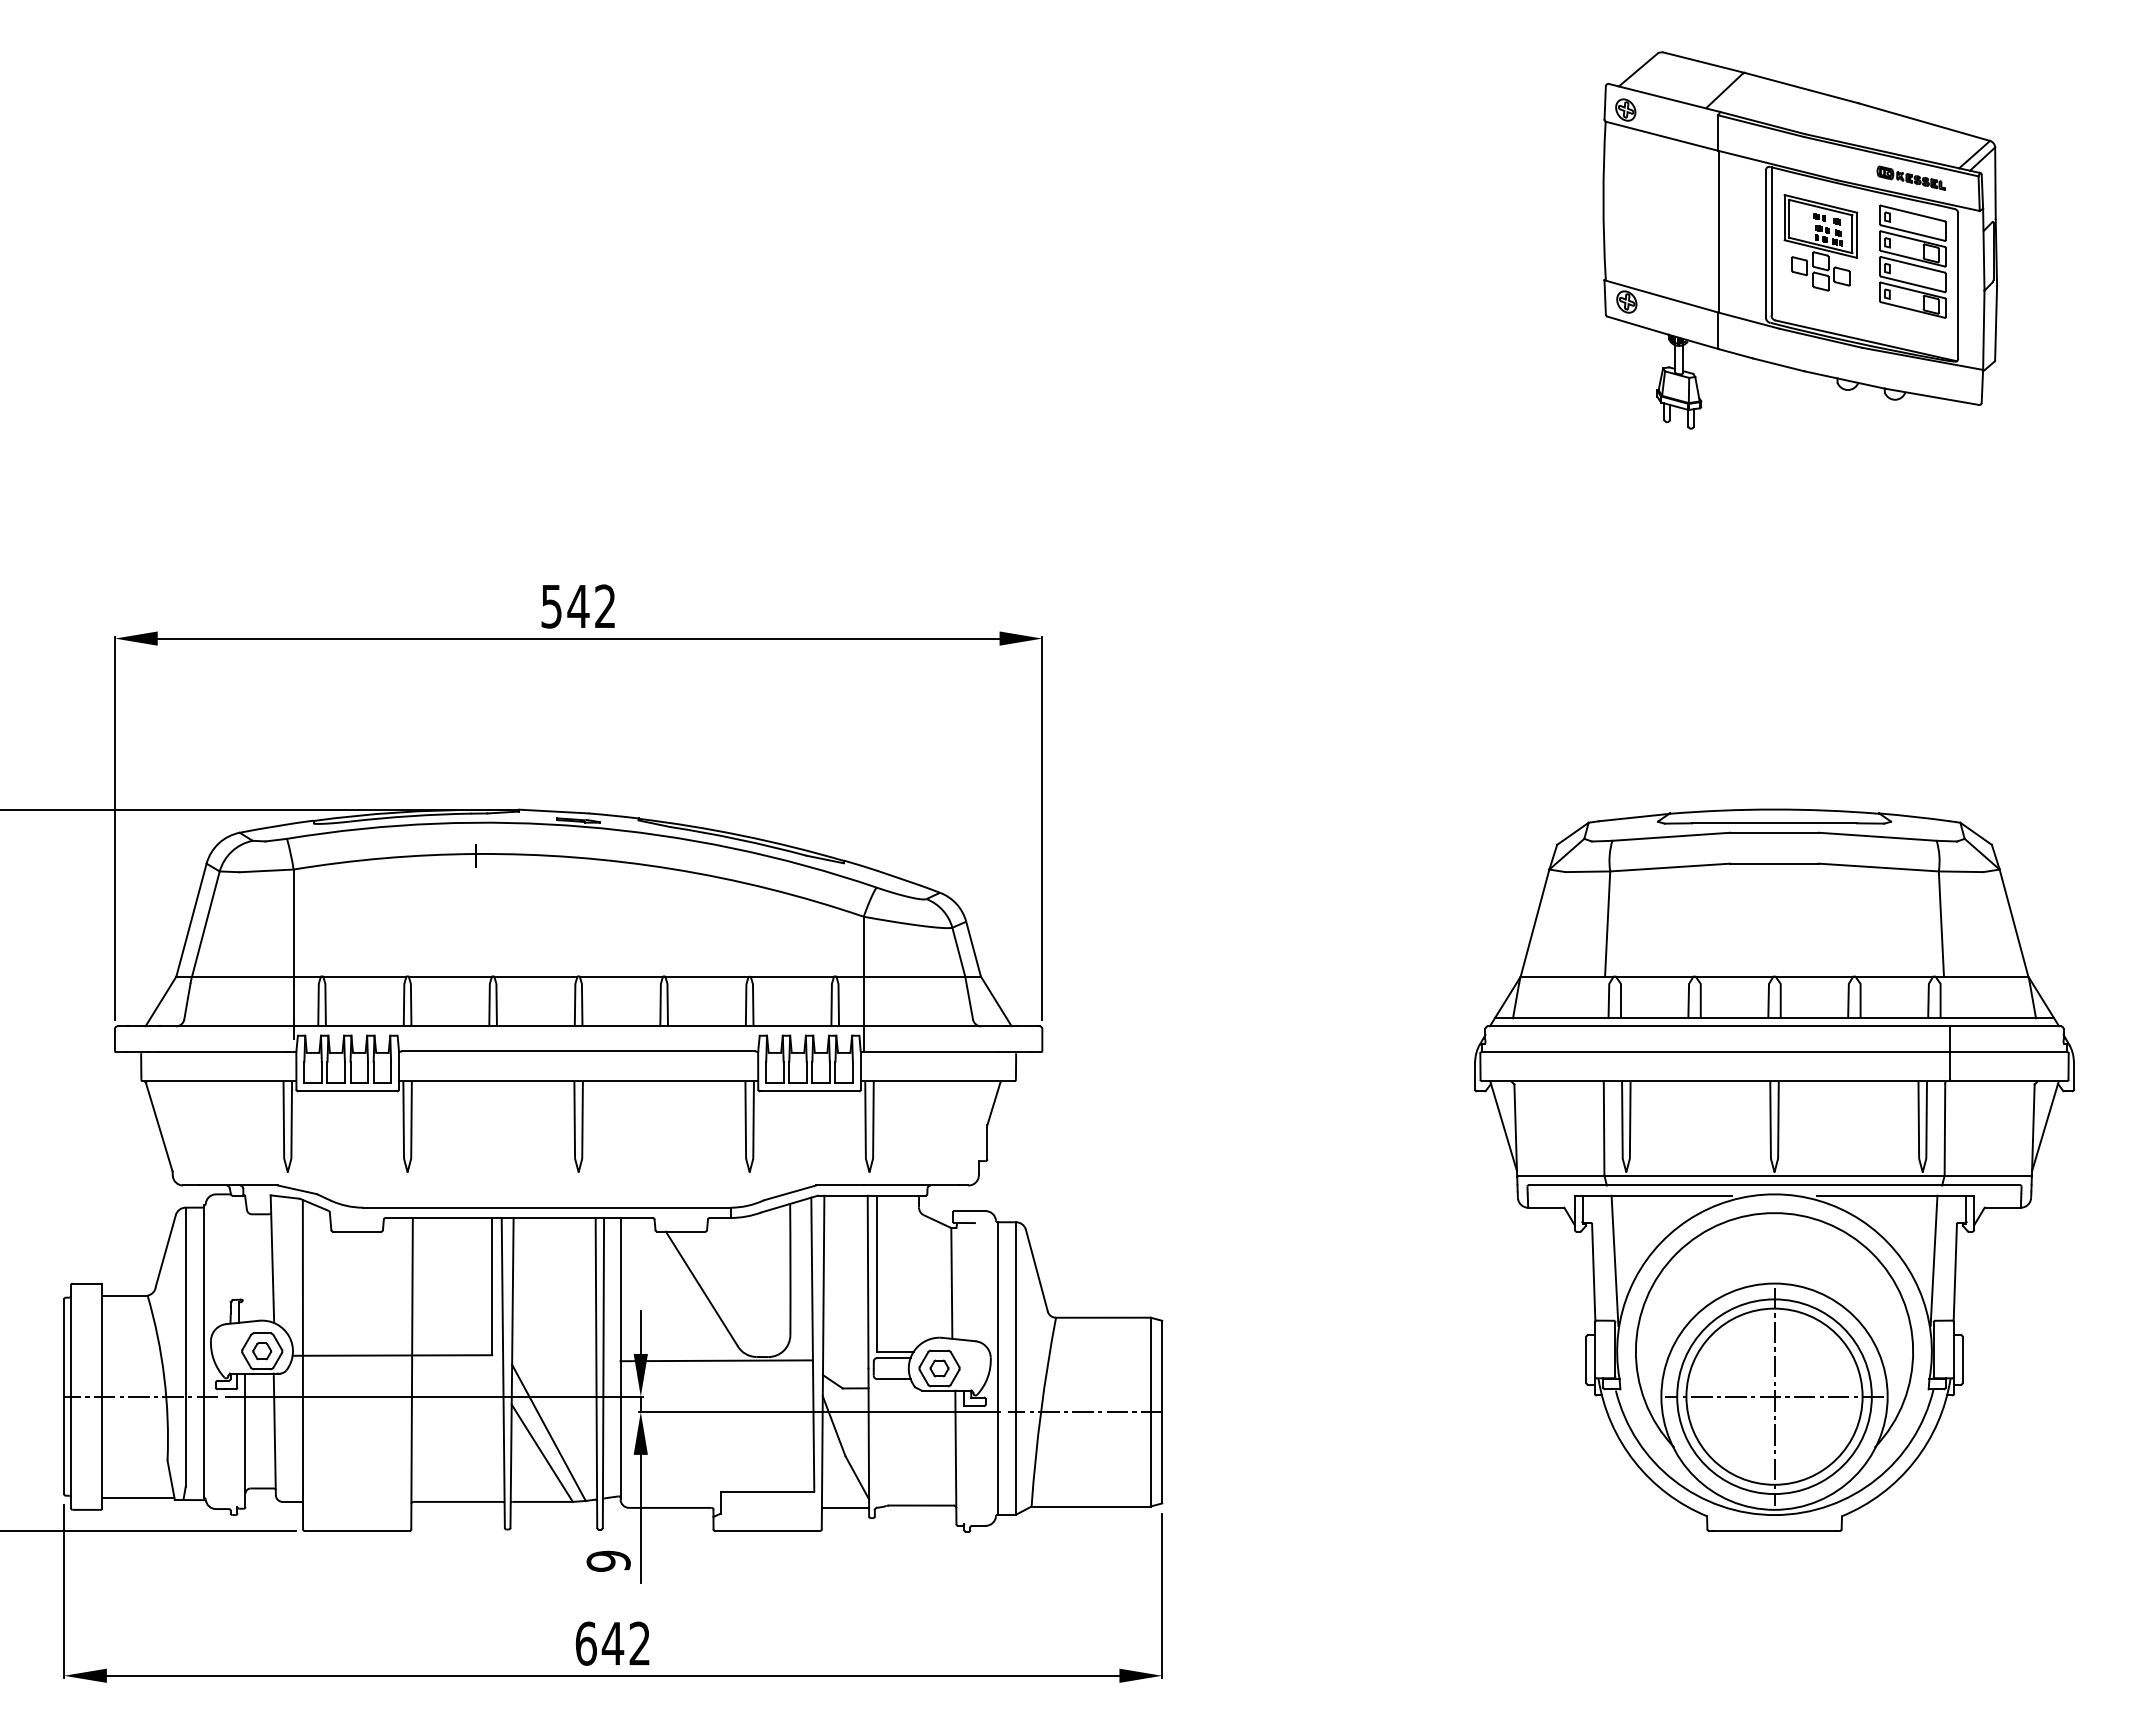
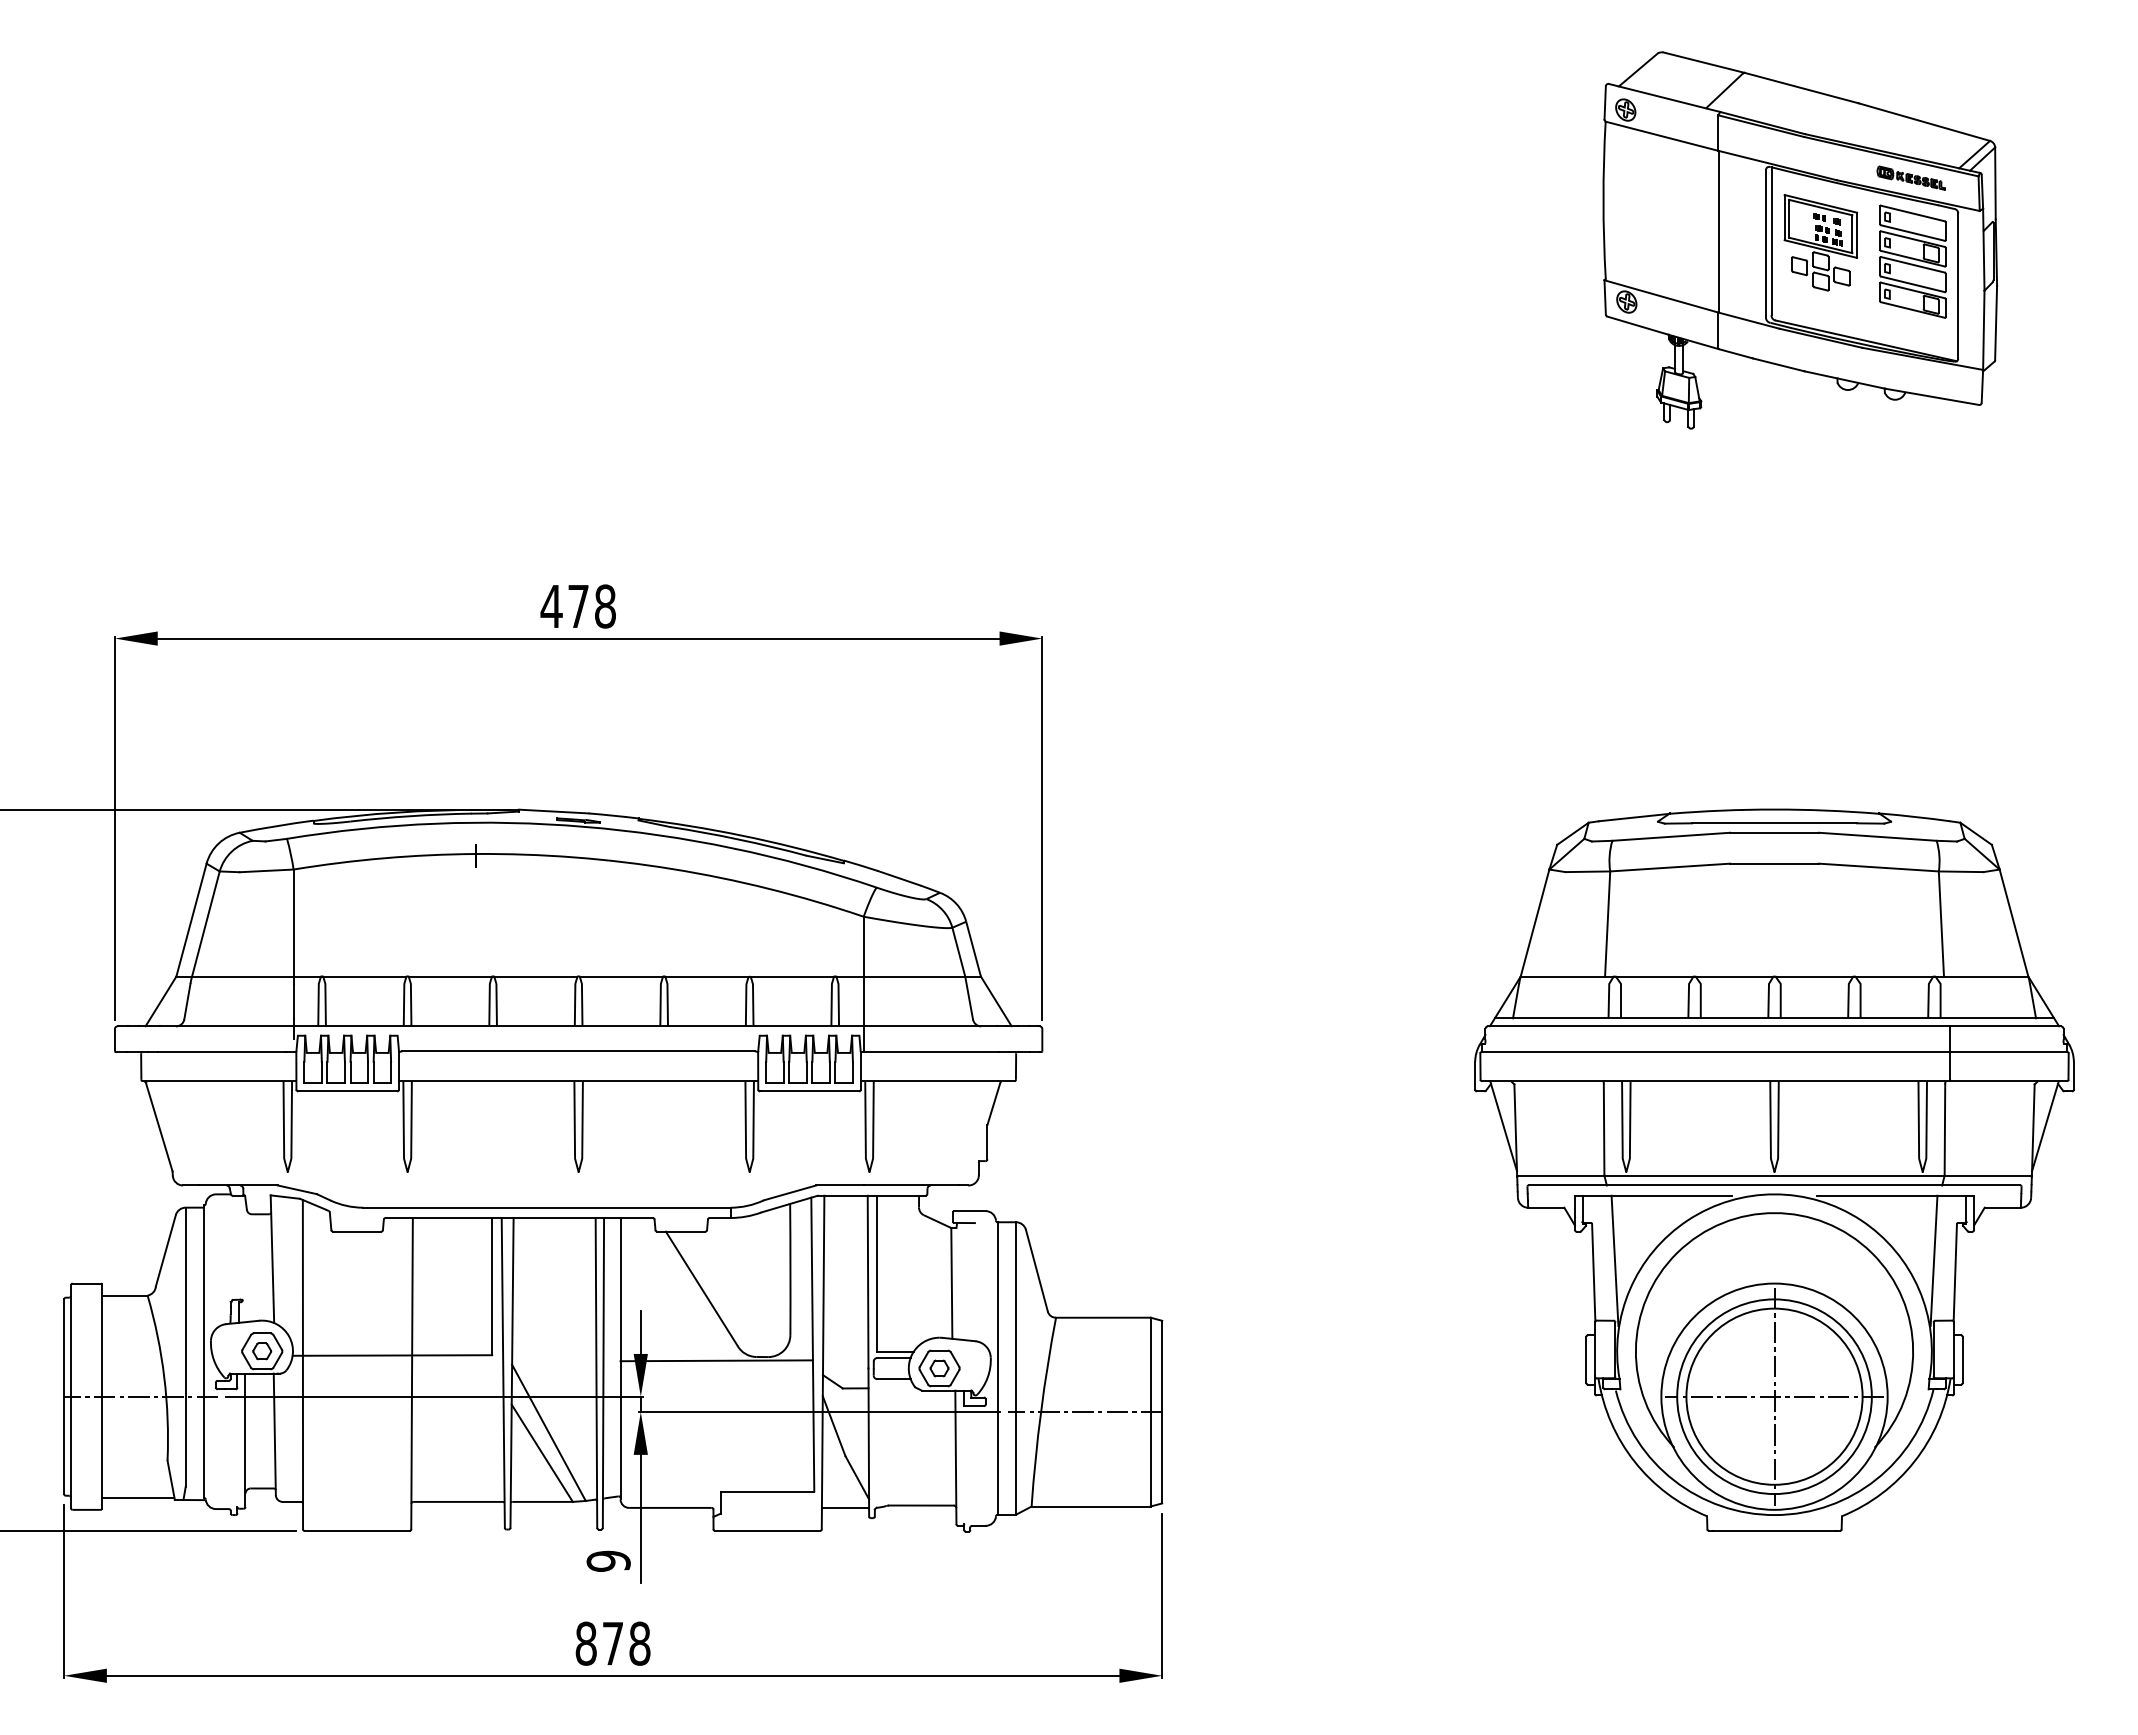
text at (577, 606): 542 -> 478
text at (612, 1643): 642 -> 878
